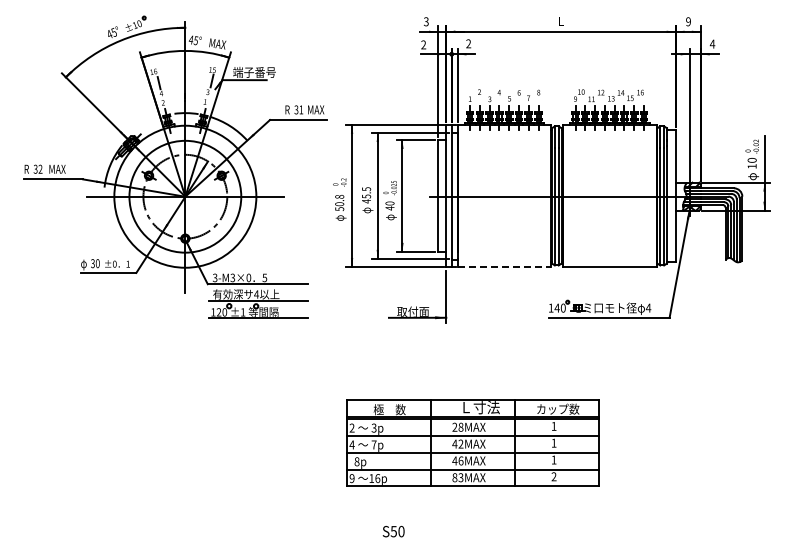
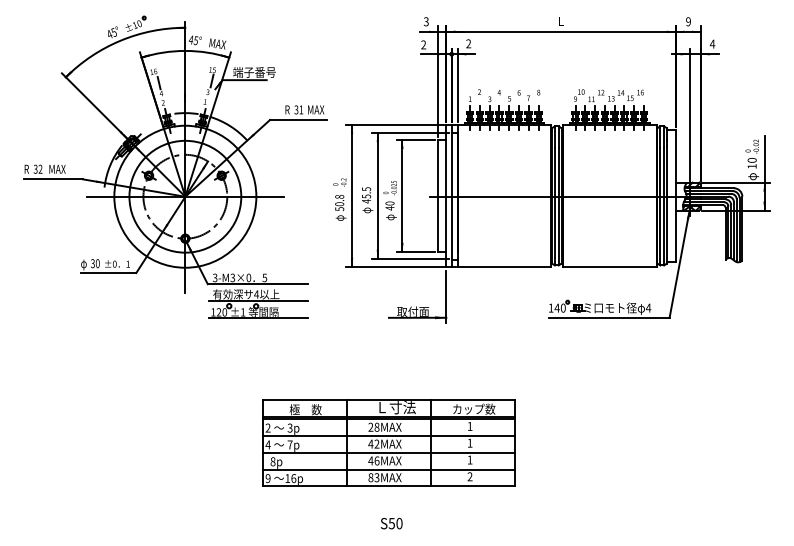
line at (504, 266): dashed -> solid
part at (472, 442) position: (472, 442) -> (388, 442)
text at (393, 531) position: (393, 531) -> (391, 523)
